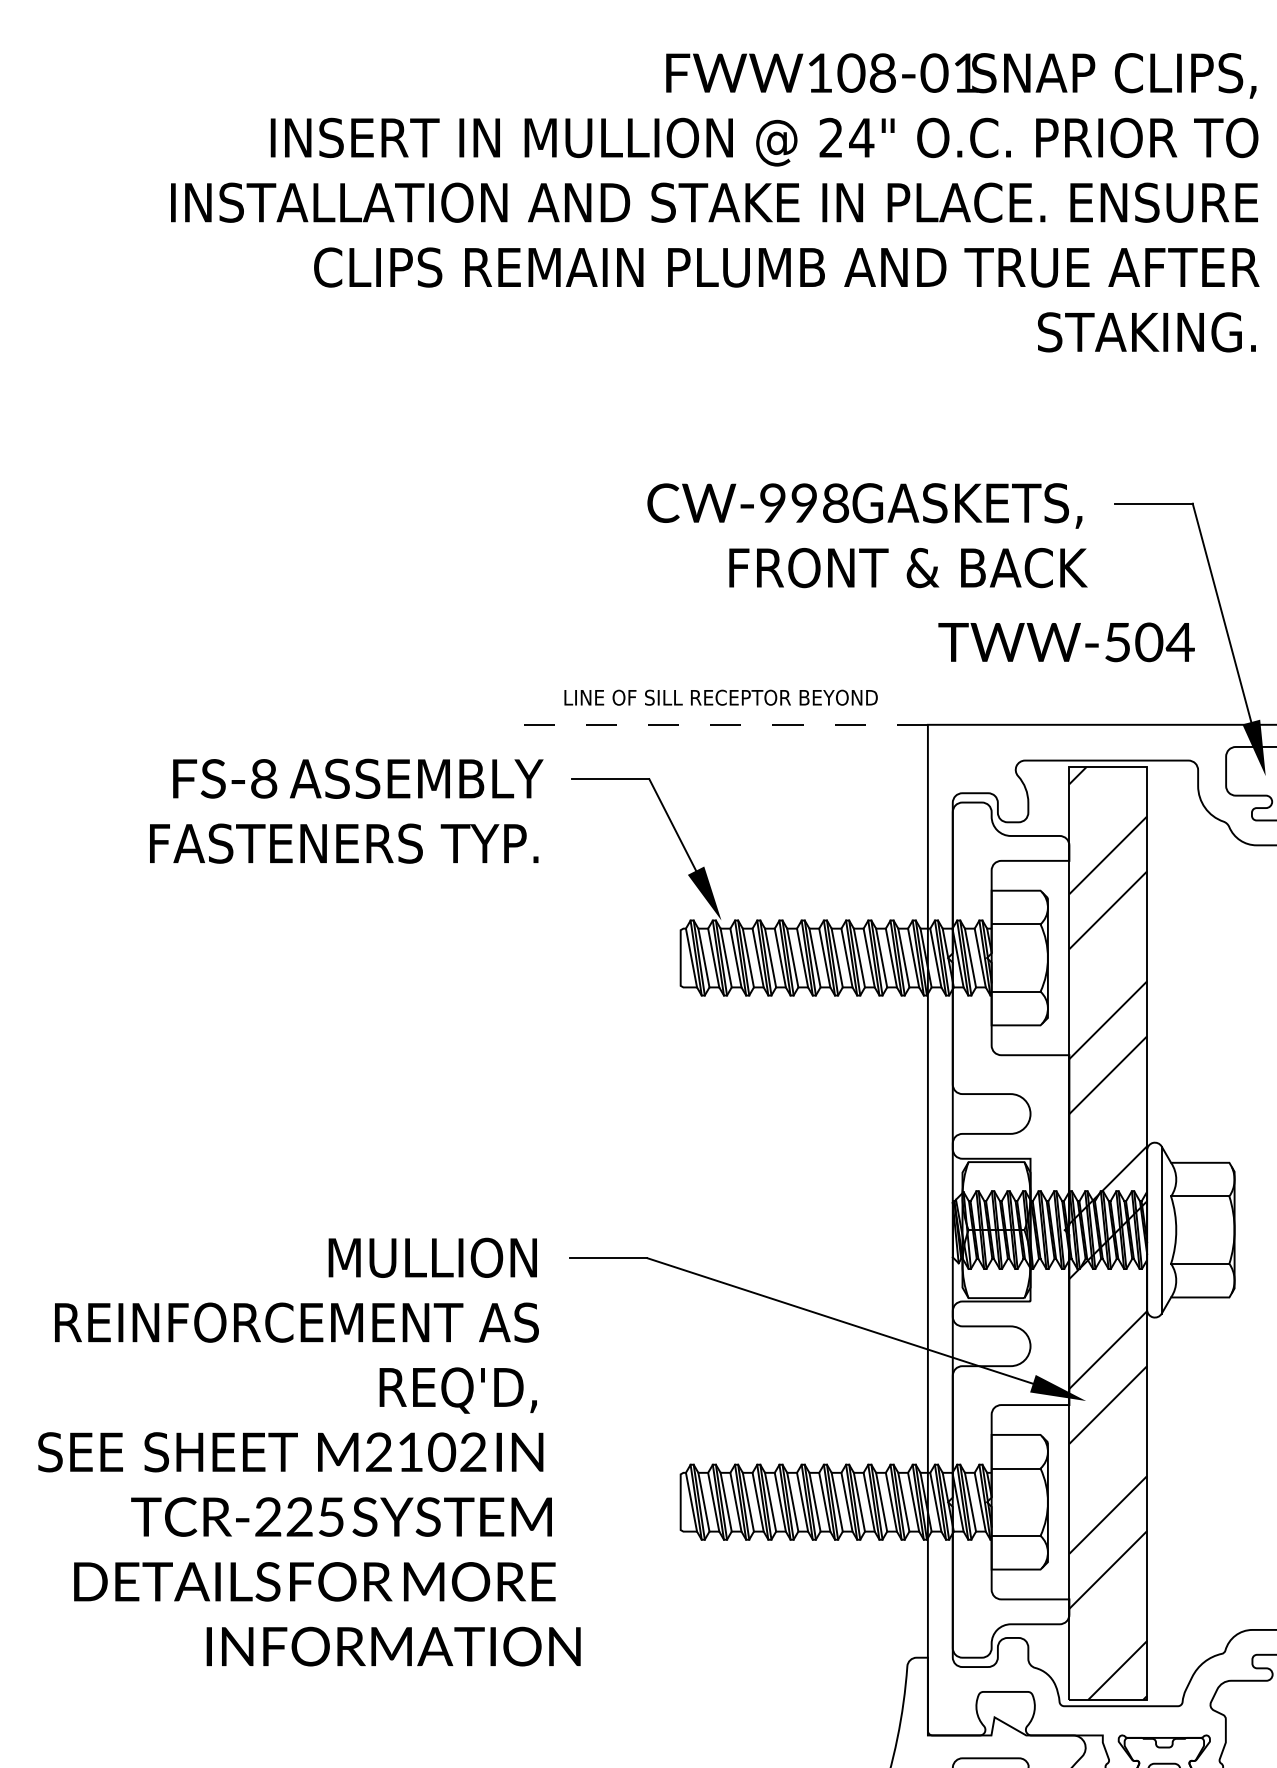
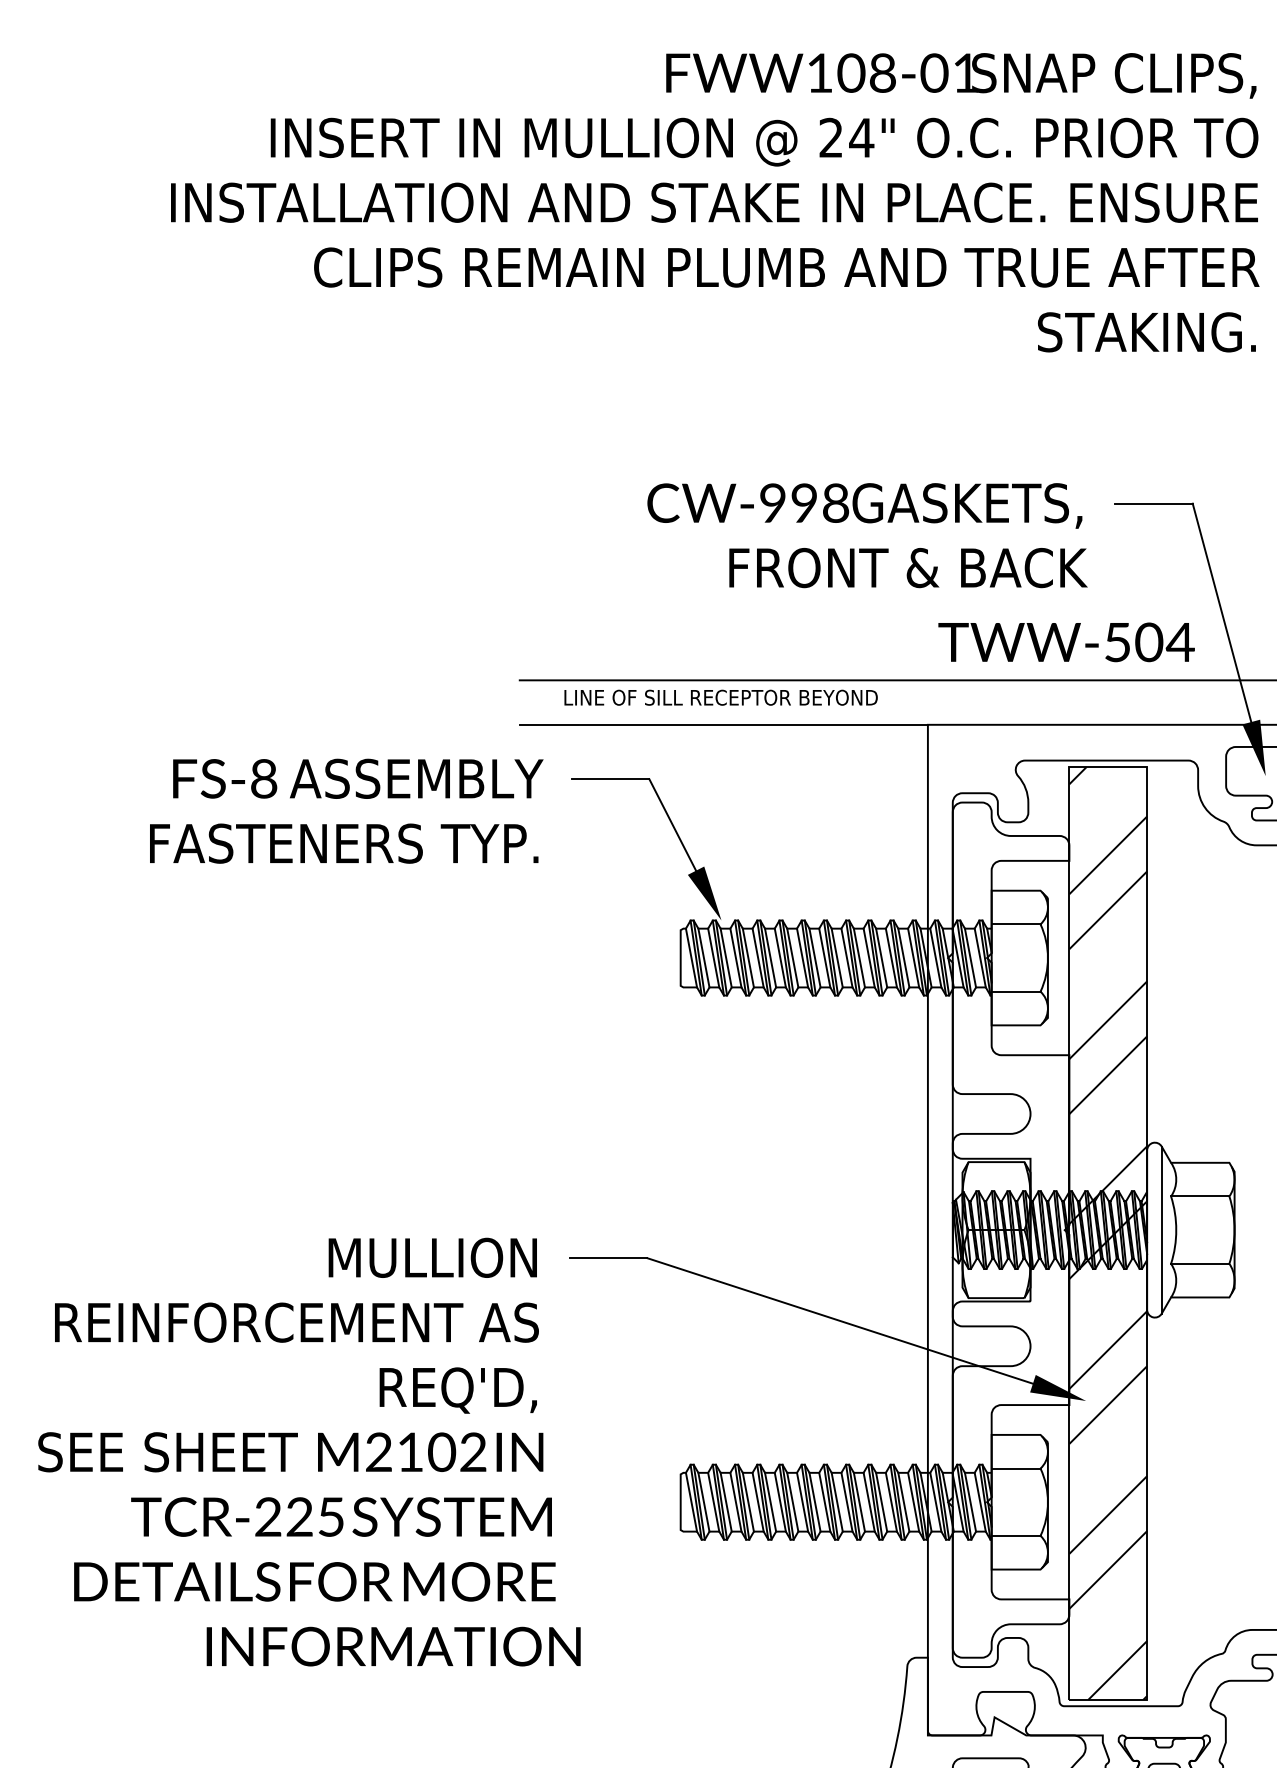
line at (896, 680): none -> present
line at (723, 724): dashed -> solid
